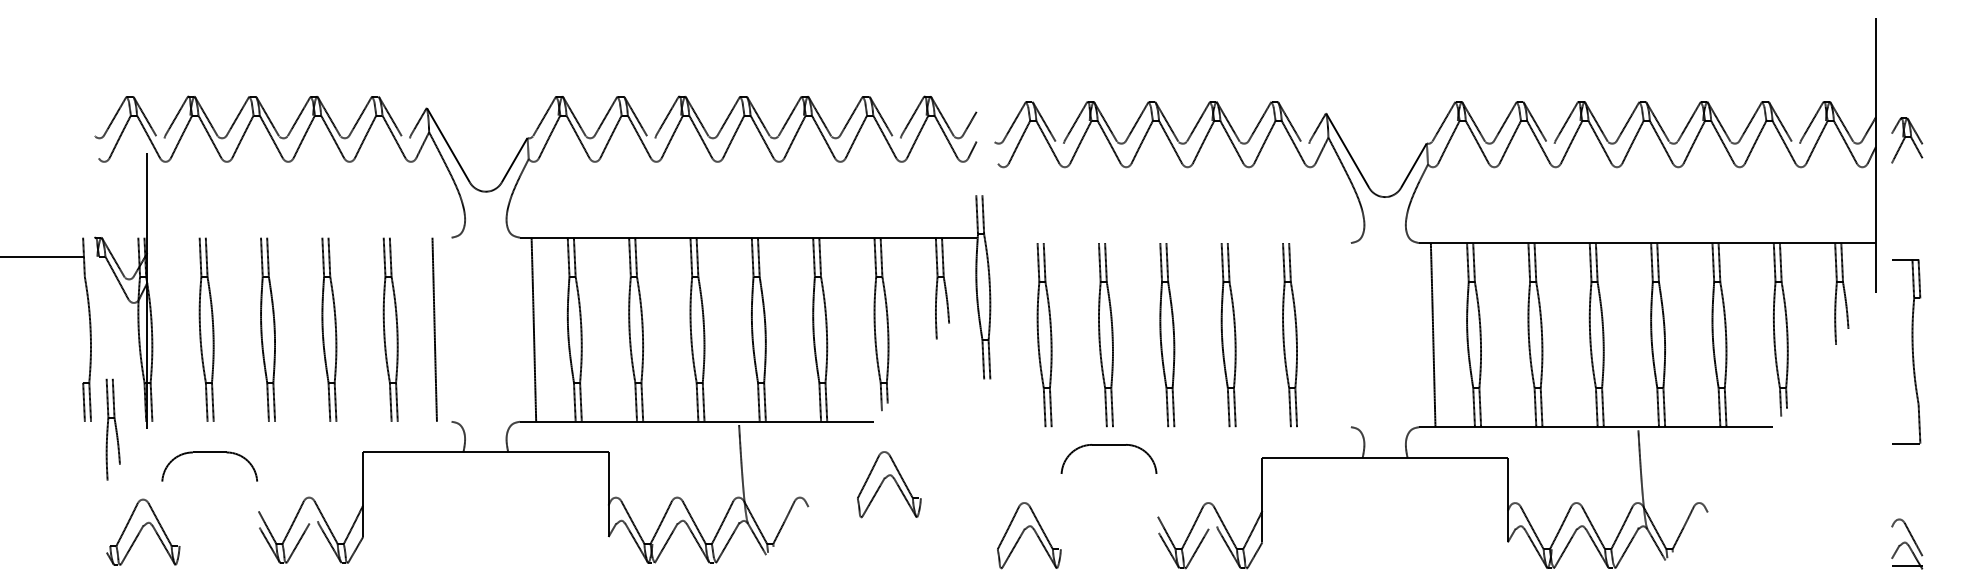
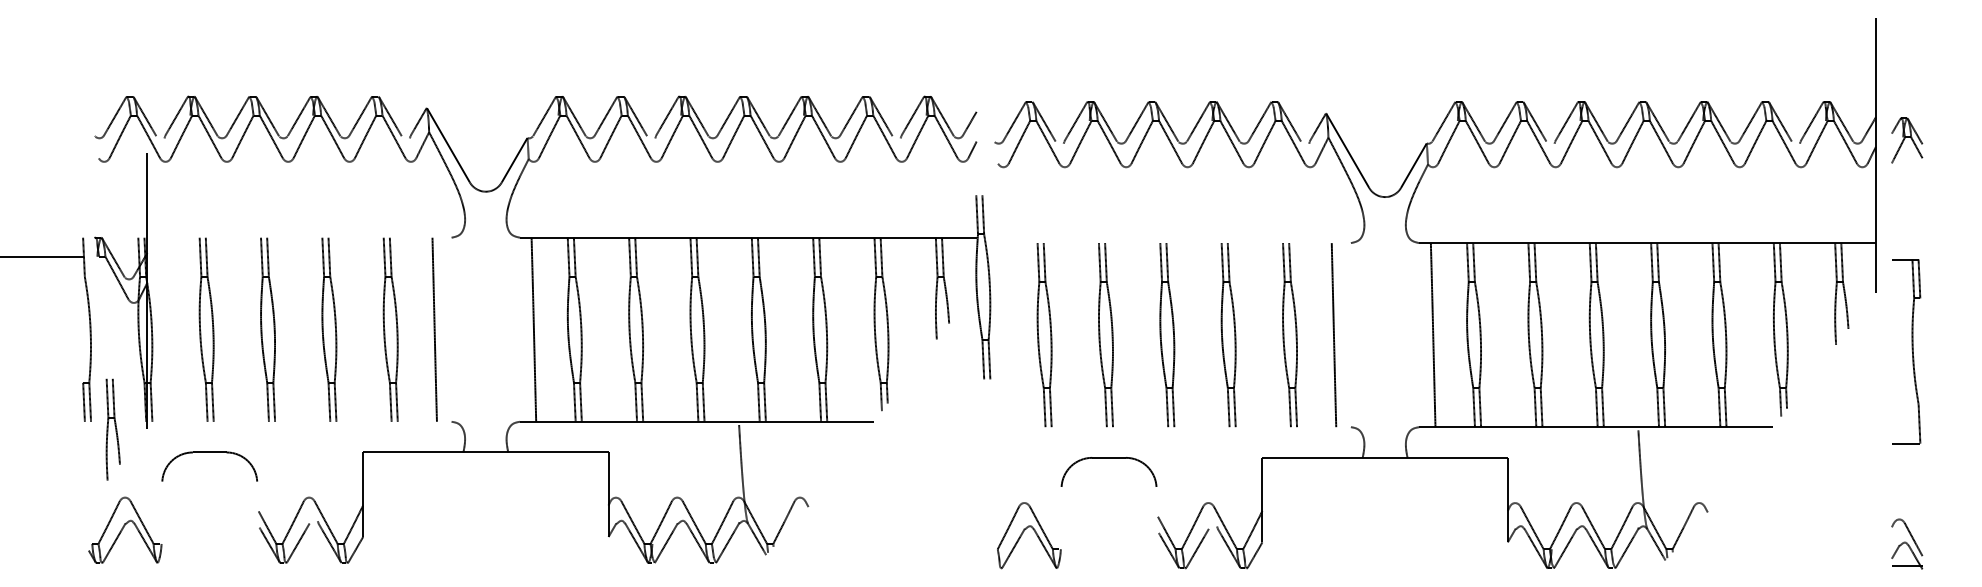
line at (1333, 335): none -> present
part at (1108, 445) position: (1108, 445) -> (1108, 458)
part at (889, 484): present -> none
part at (143, 531) position: (143, 531) -> (125, 529)
